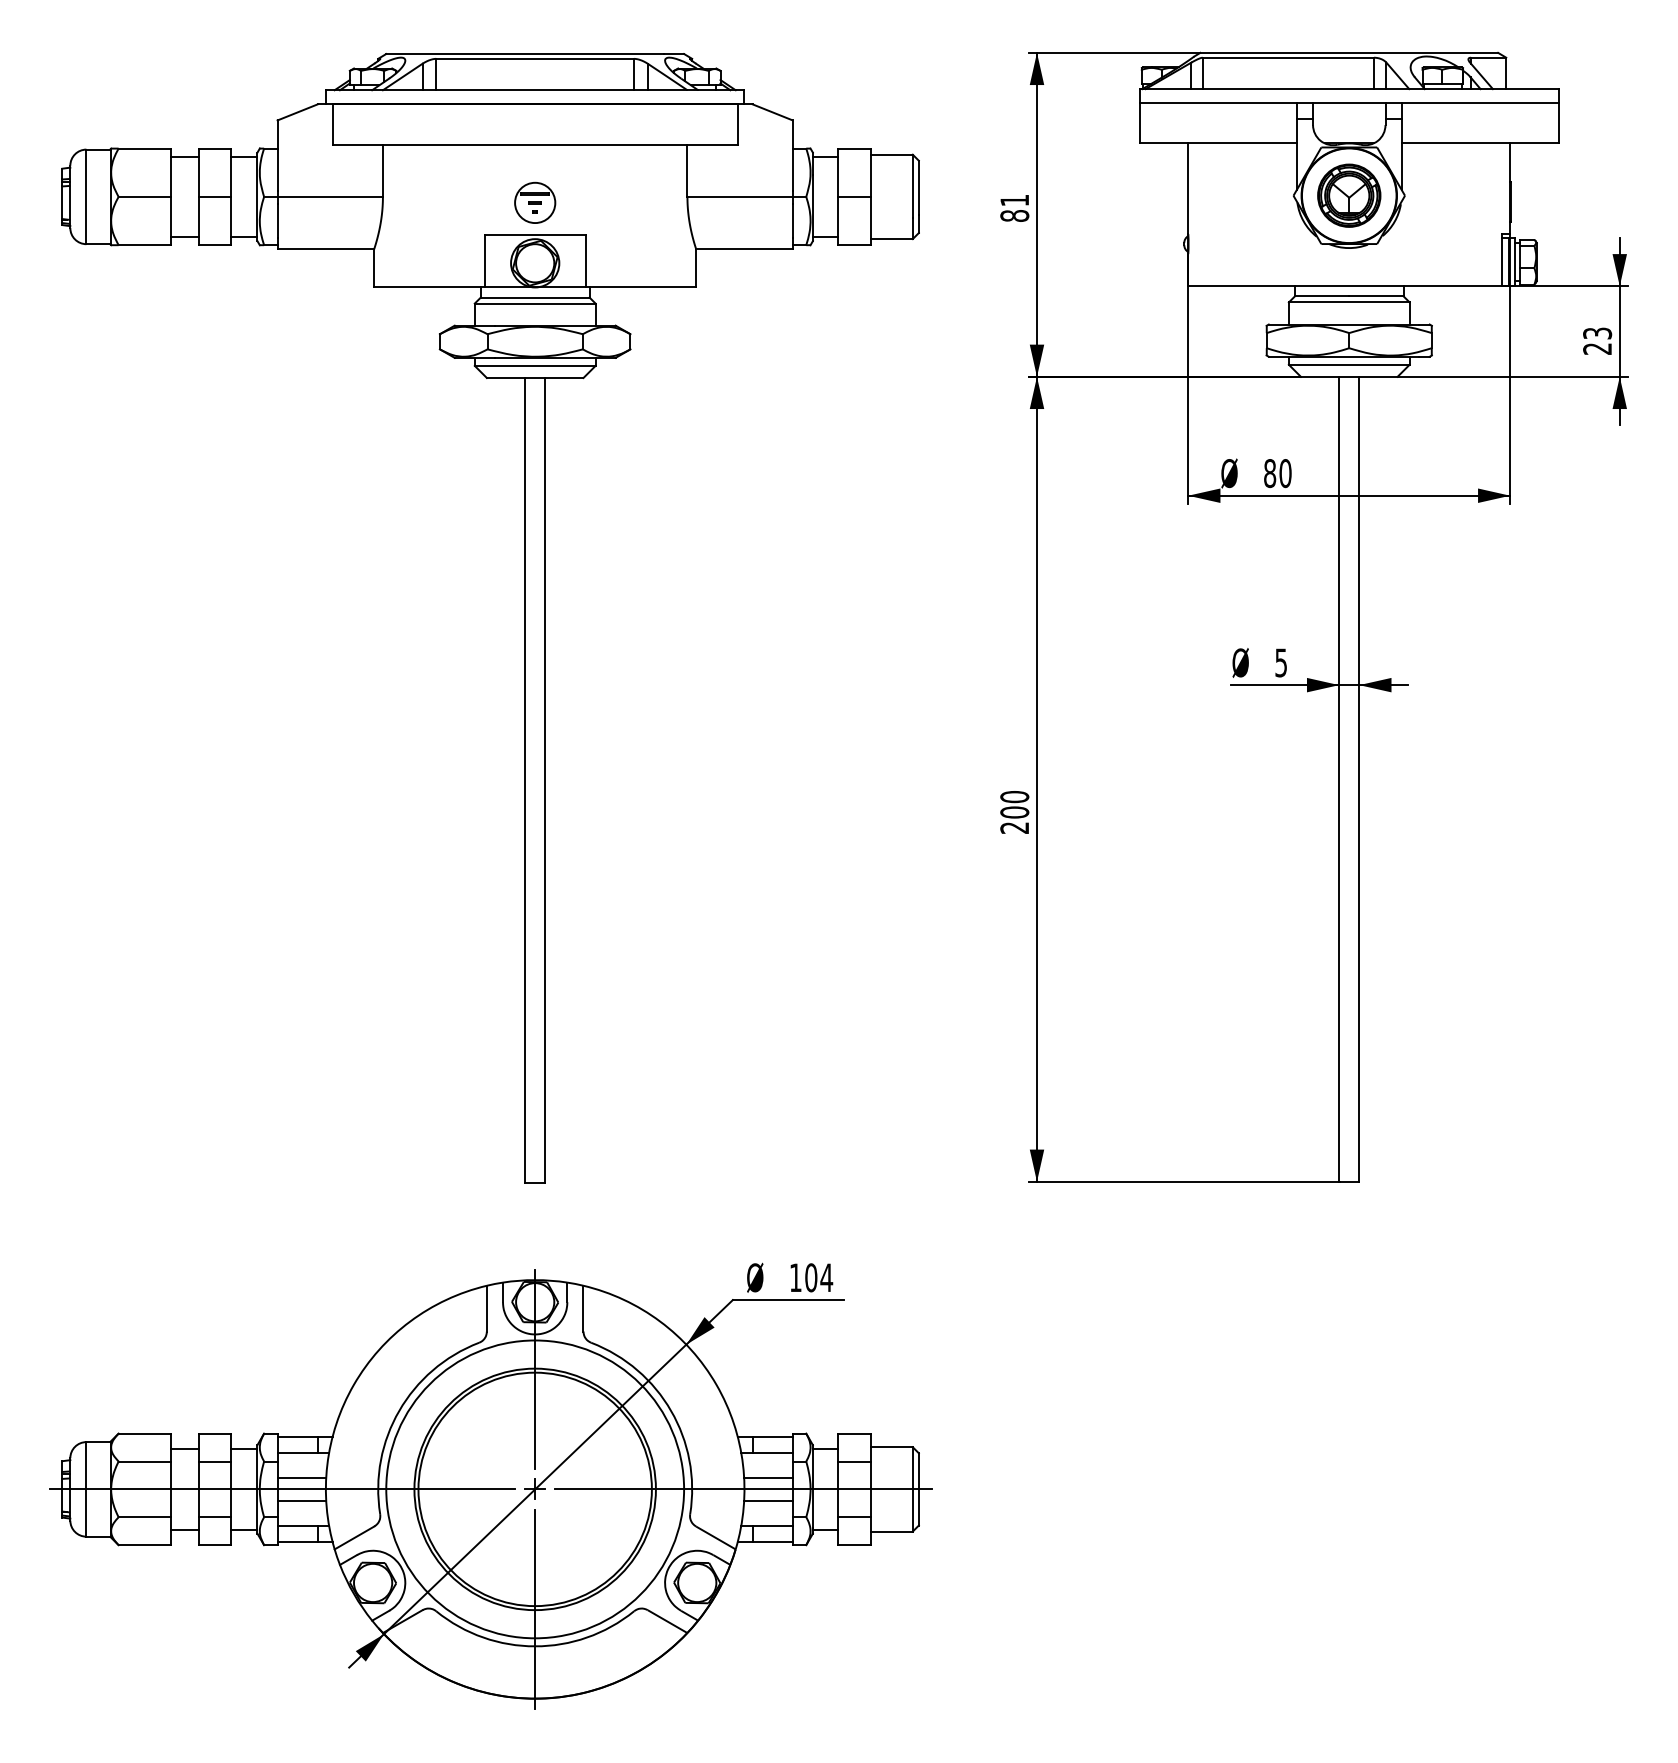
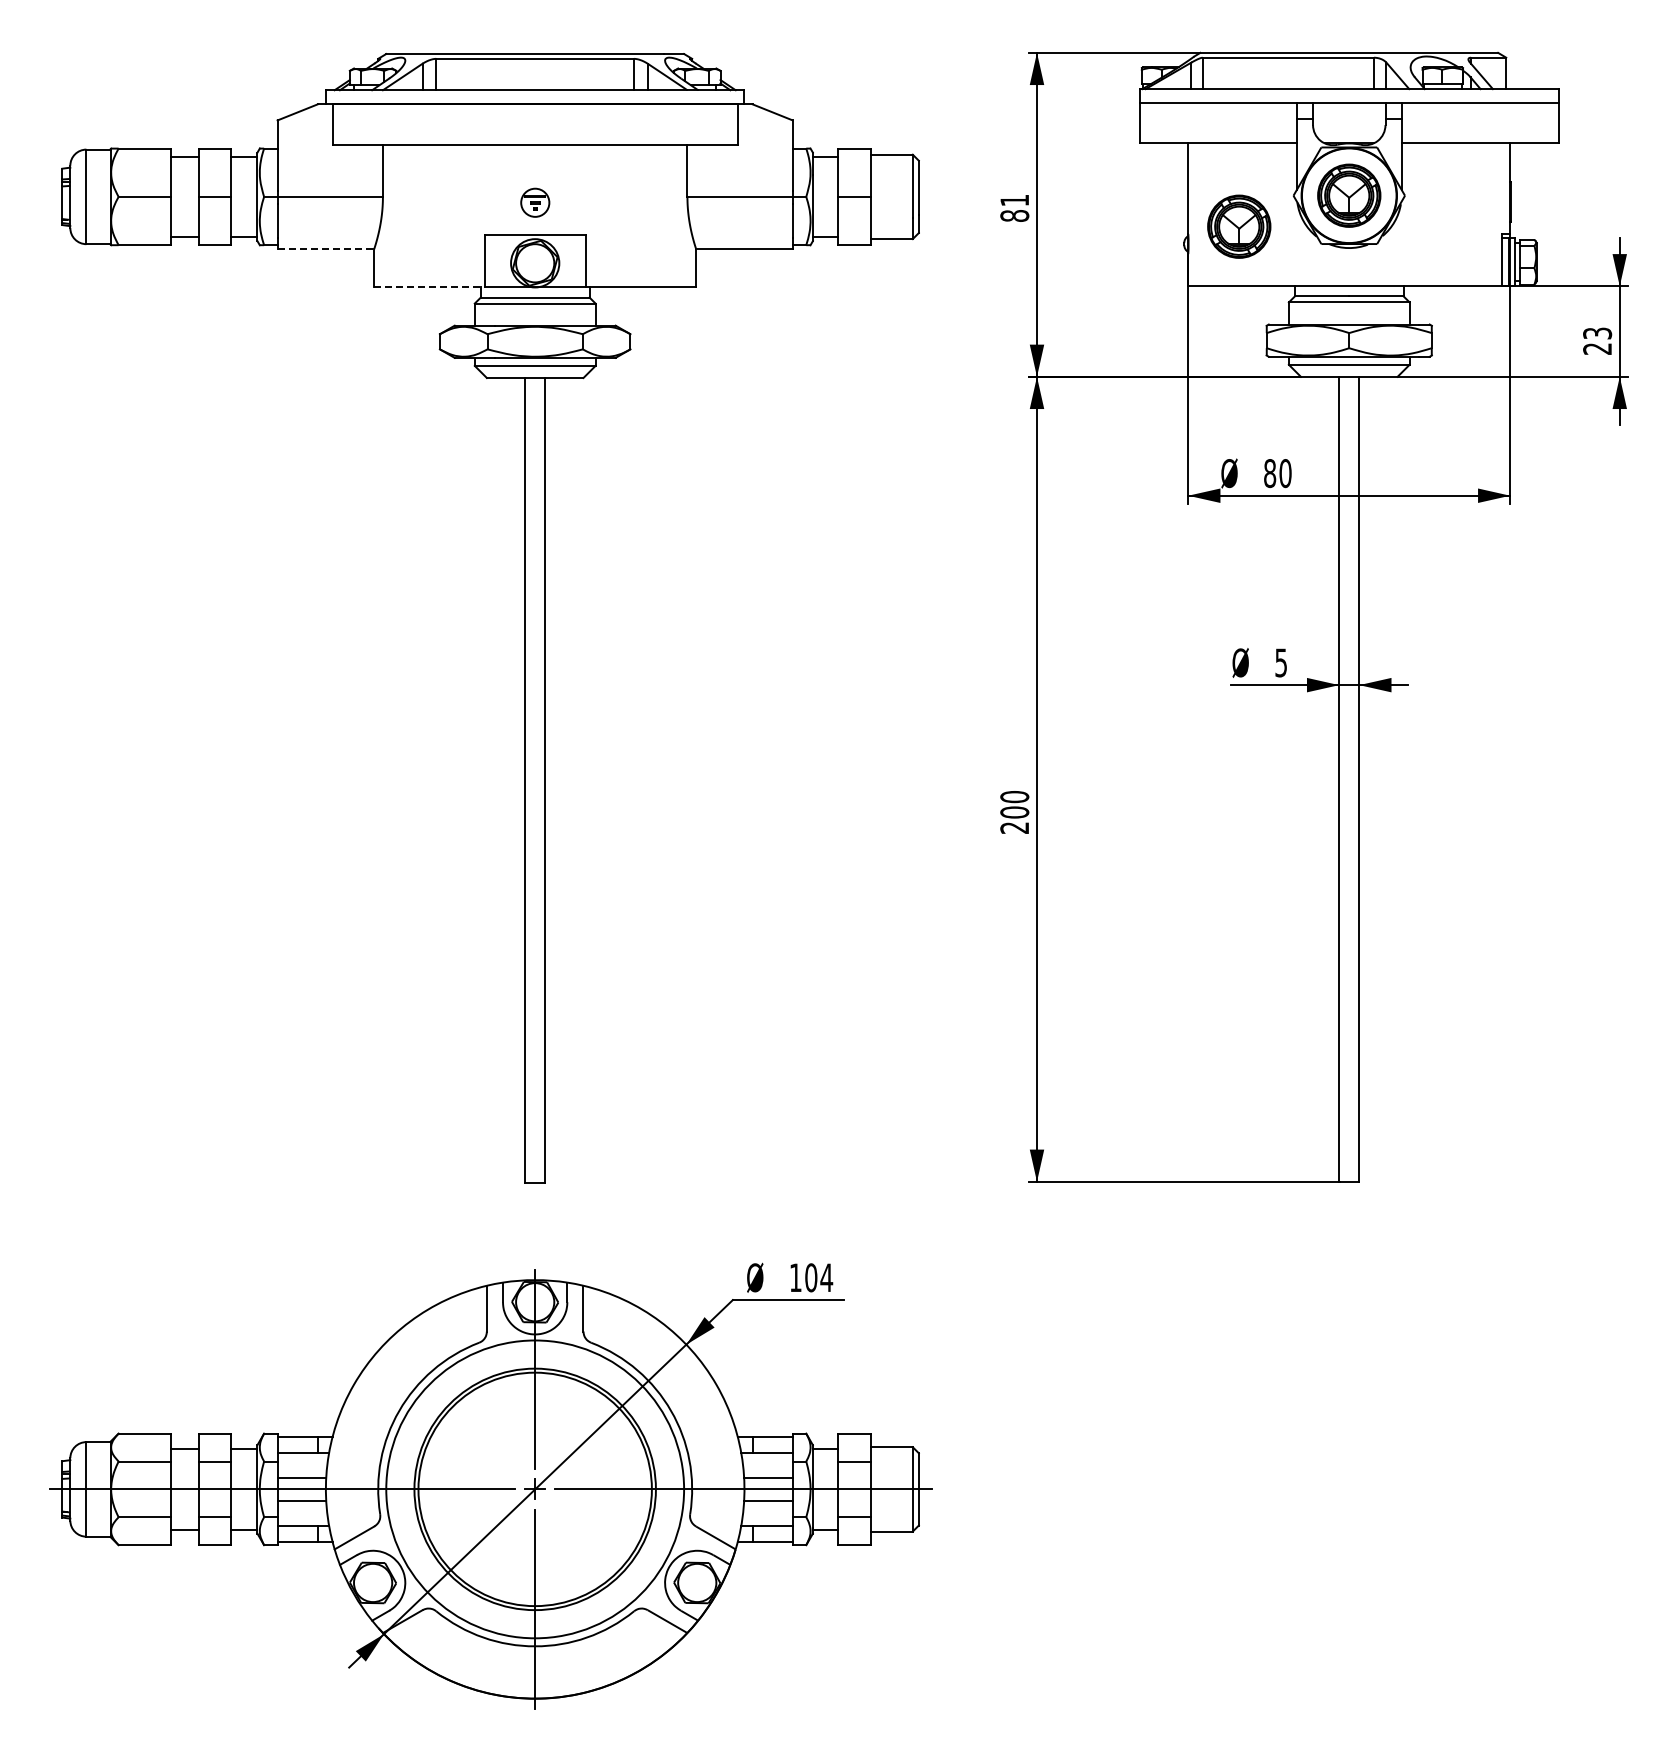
part at (535, 202) size: 43x43 px -> 31x31 px
part at (1239, 226): none -> present
line at (326, 249): solid -> dashed
line at (430, 287): solid -> dashed
